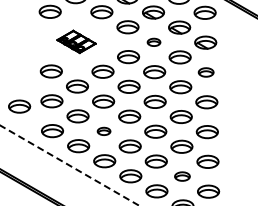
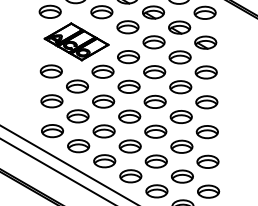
part at (76, 41) size: 41x26 px -> 67x40 px
part at (153, 41) size: 16x10 px -> 24x15 px
part at (205, 72) size: 18x11 px -> 24x15 px
part at (19, 106): present -> none
part at (103, 130) size: 16x10 px -> 24x15 px
line at (70, 165): dashed -> solid
line at (56, 170): none -> present
part at (182, 176) size: 17x11 px -> 23x15 px
